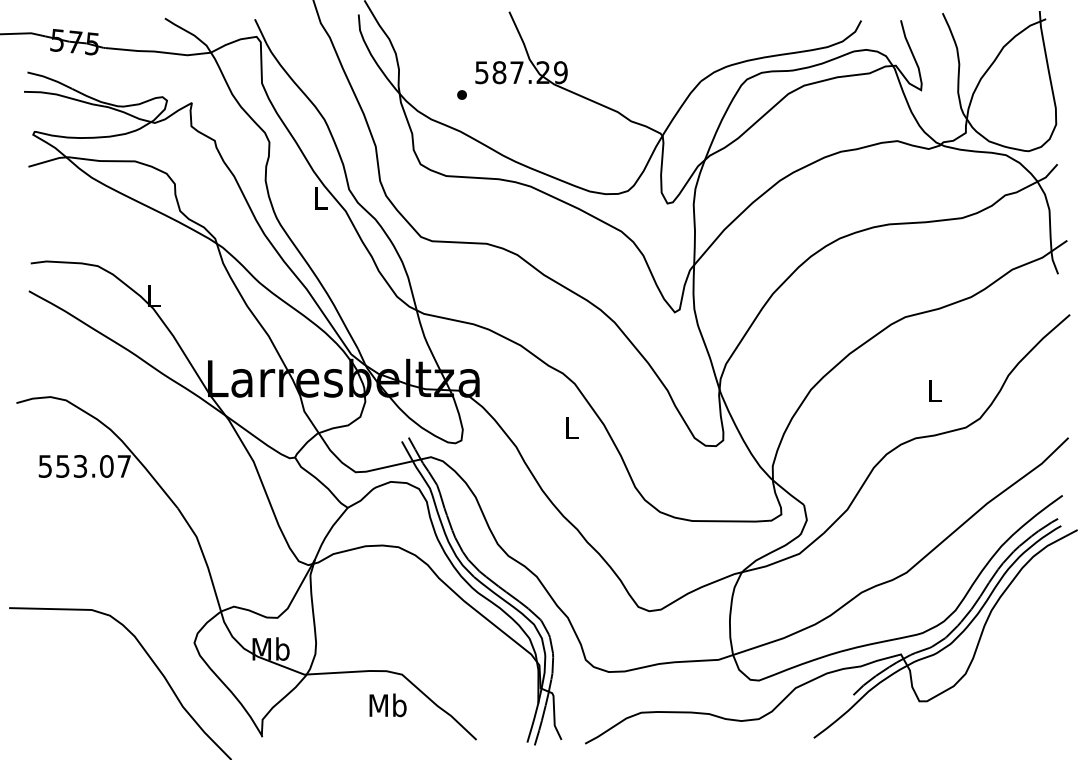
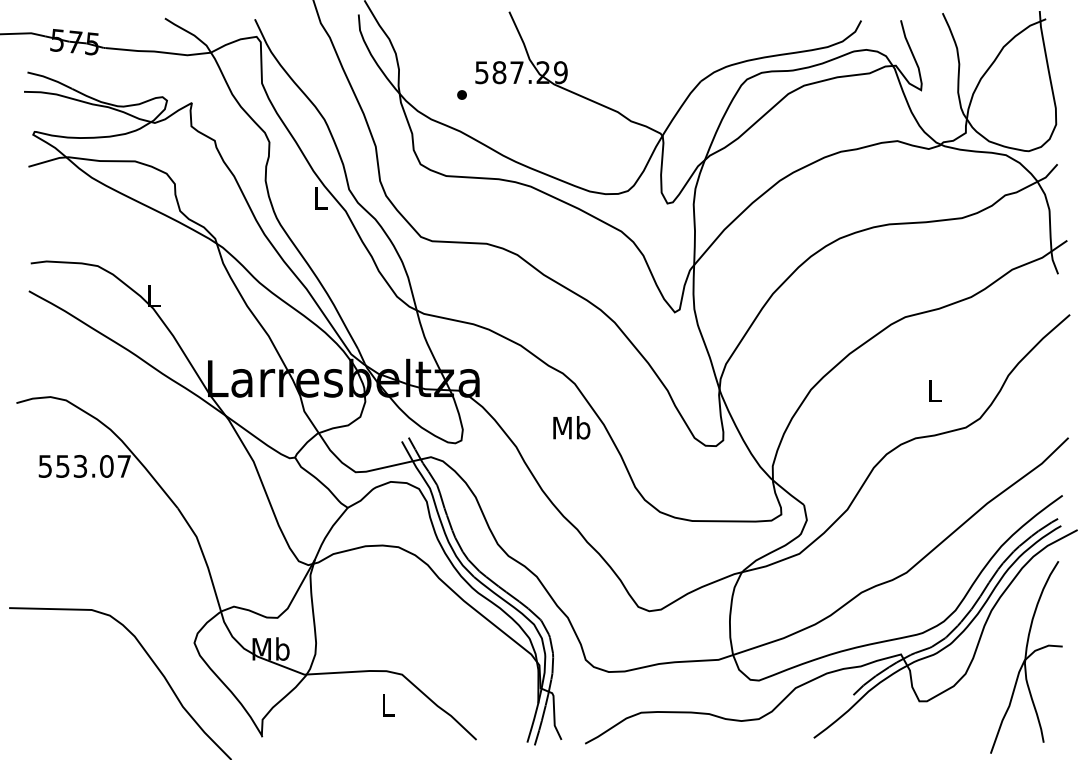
text at (571, 427): L -> Mb
part at (1026, 657): none -> present
text at (387, 705): Mb -> L
